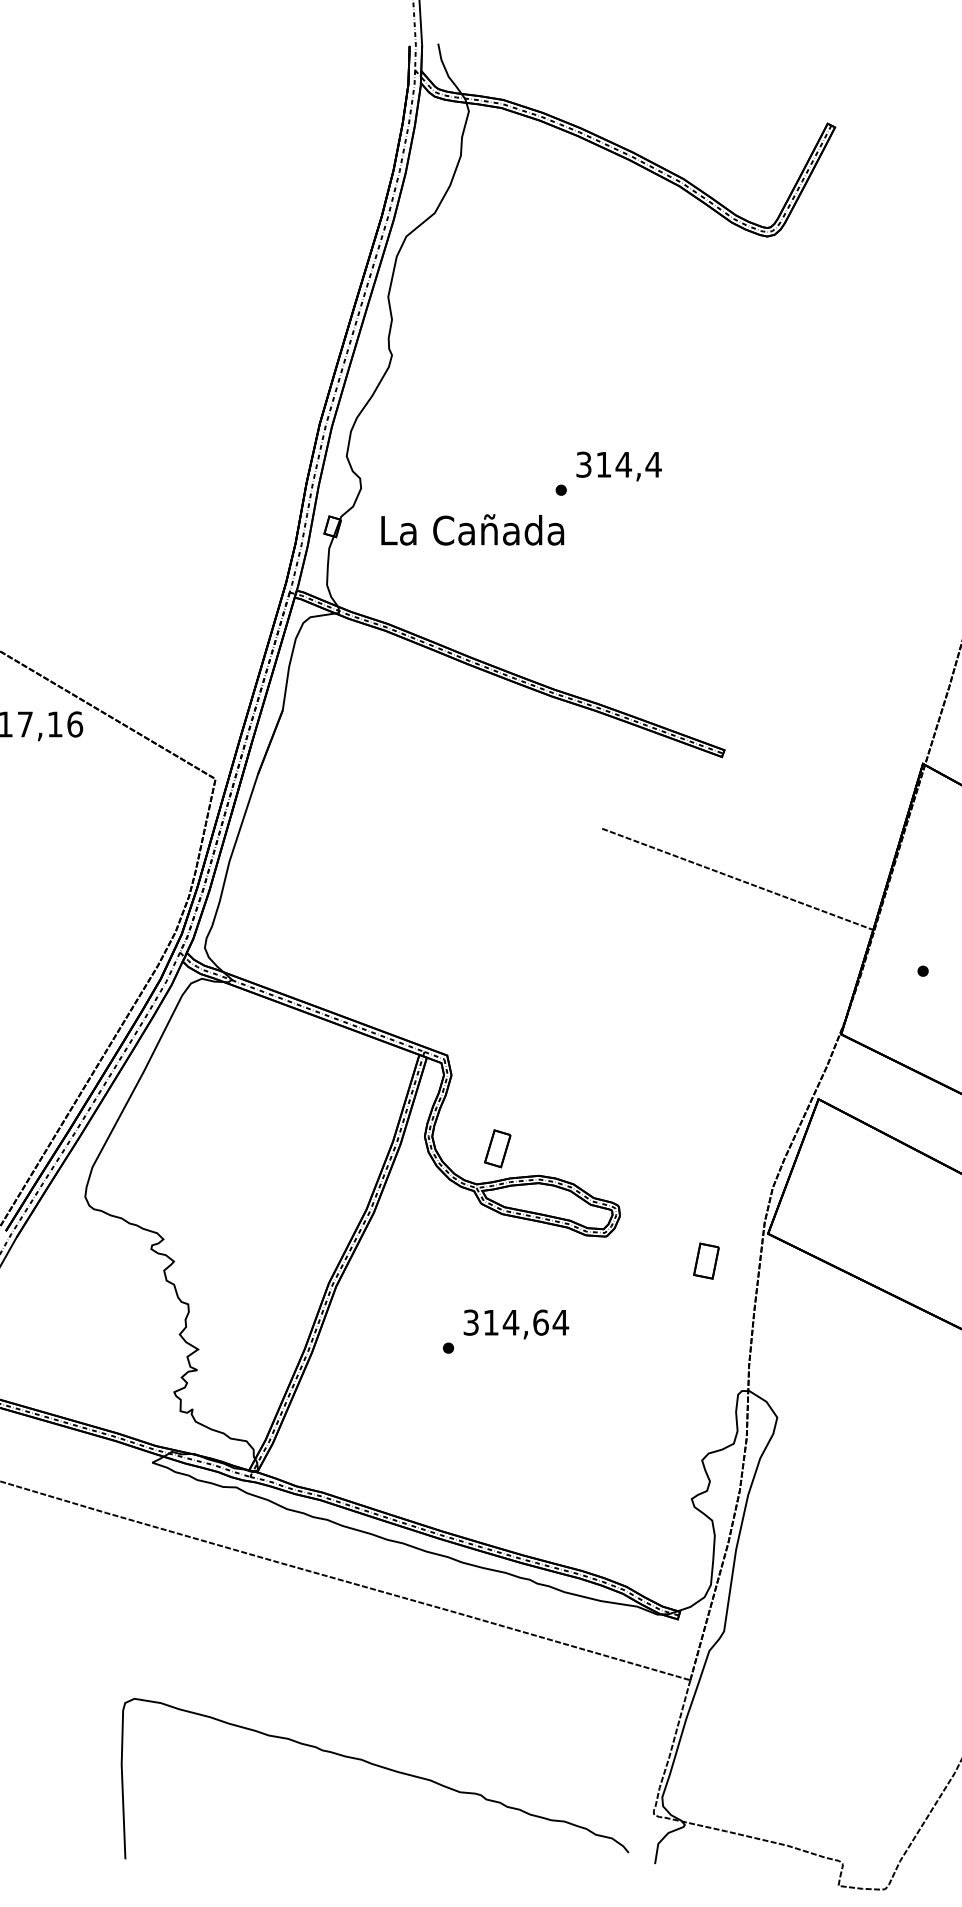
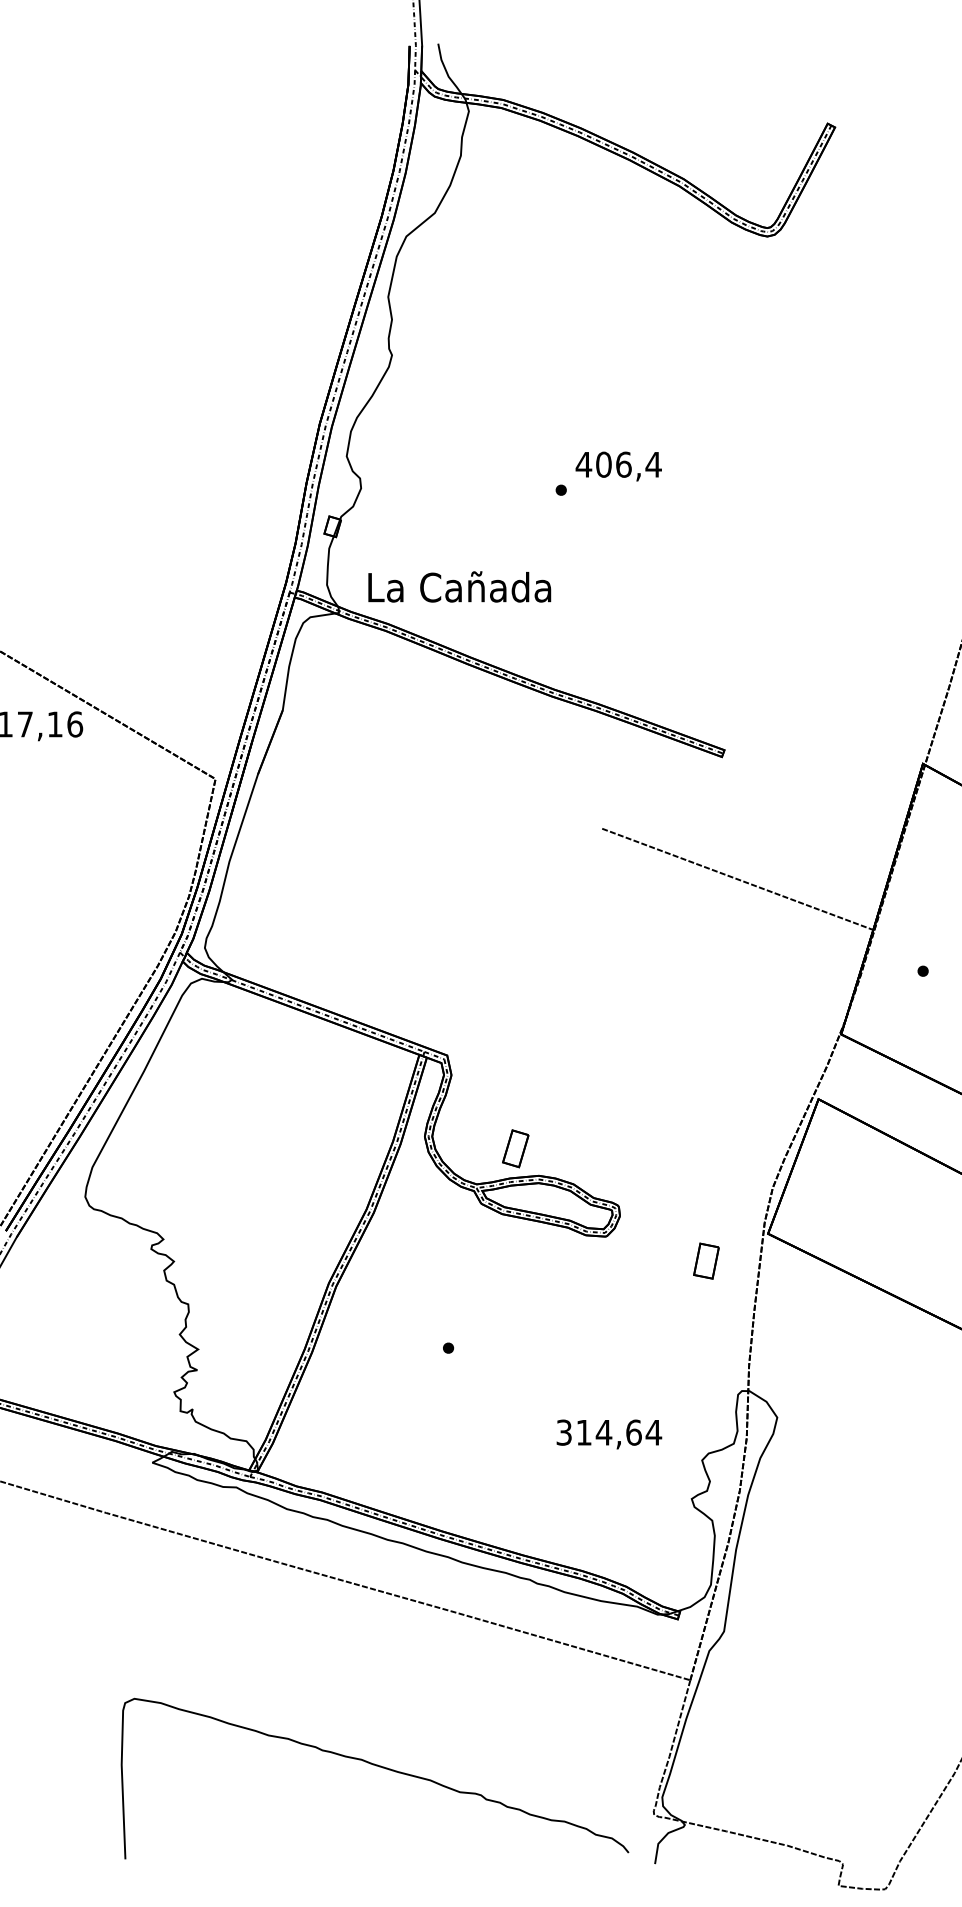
text at (603, 464): 314,4 -> 406,4
text at (472, 529) position: (472, 529) -> (459, 586)
part at (497, 1148) position: (497, 1148) -> (515, 1148)
text at (516, 1324) position: (516, 1324) -> (609, 1434)
